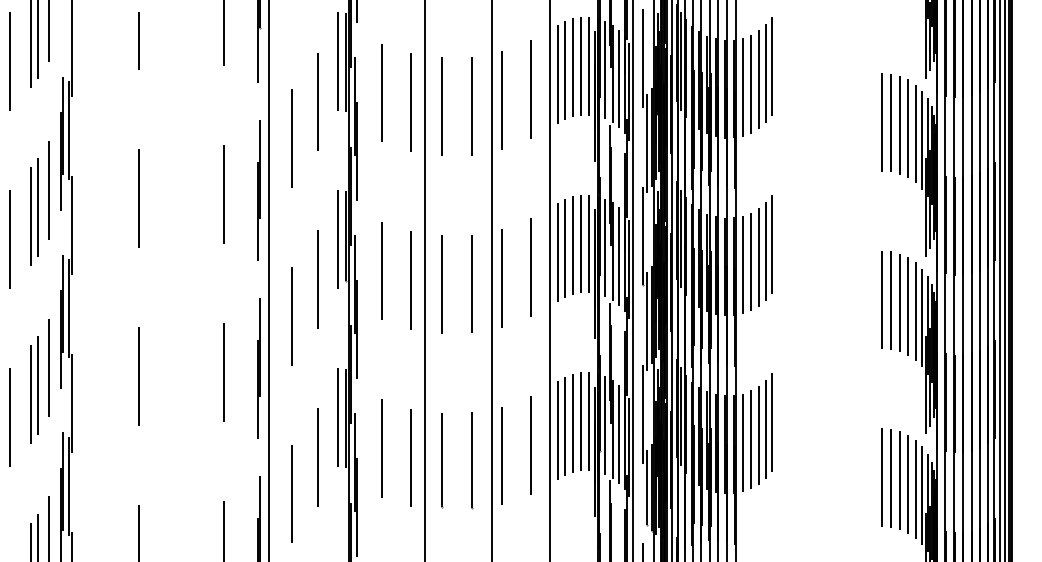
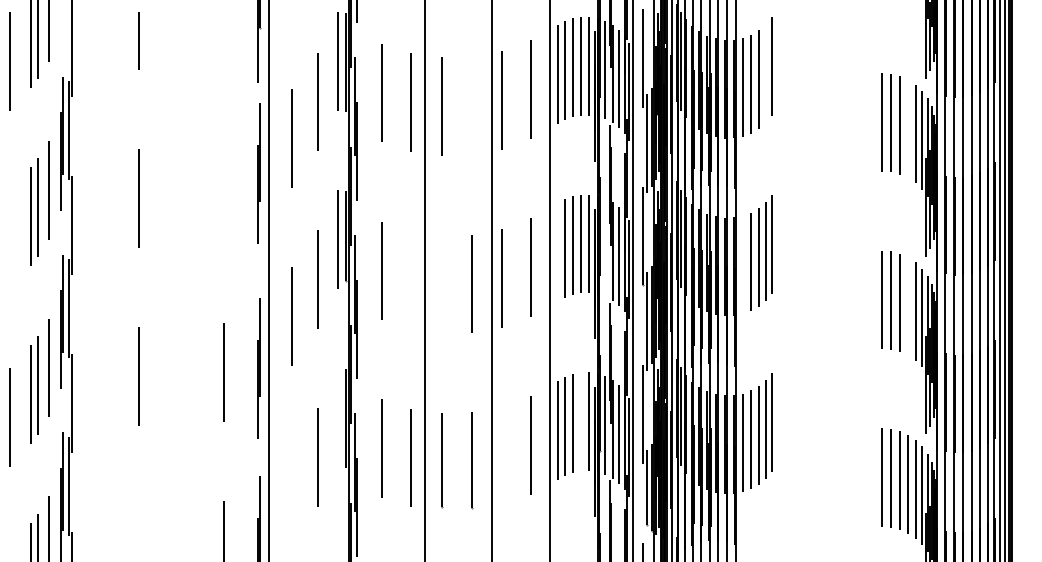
line at (224, 34): present -> none
line at (766, 73): present -> none
line at (472, 105): present -> none
line at (908, 128): present -> none
part at (258, 190) position: (258, 190) -> (258, 173)
line at (224, 194): present -> none
line at (9, 238): present -> none
line at (605, 247): present -> none
line at (558, 252): present -> none
line at (742, 264): present -> none
line at (410, 279): present -> none
line at (441, 284): present -> none
line at (908, 306): present -> none
line at (338, 416): present -> none
line at (581, 421): present -> none
line at (502, 455): present -> none
line at (291, 493): present -> none
line at (139, 531): present -> none
